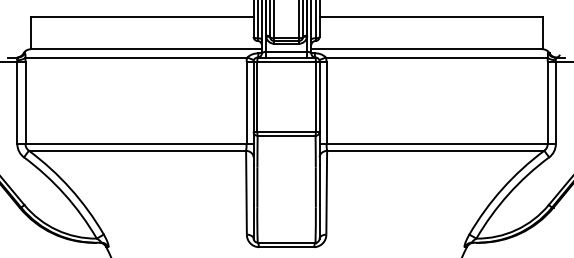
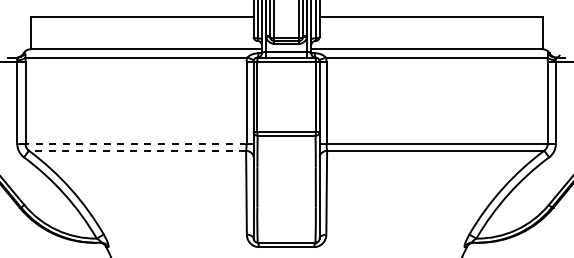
line at (136, 144): solid -> dashed
line at (137, 150): solid -> dashed
